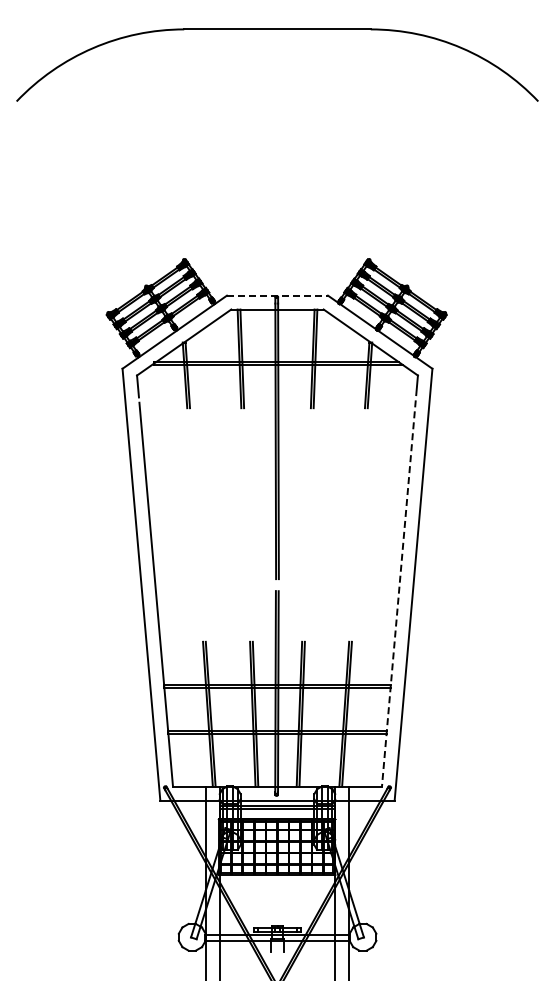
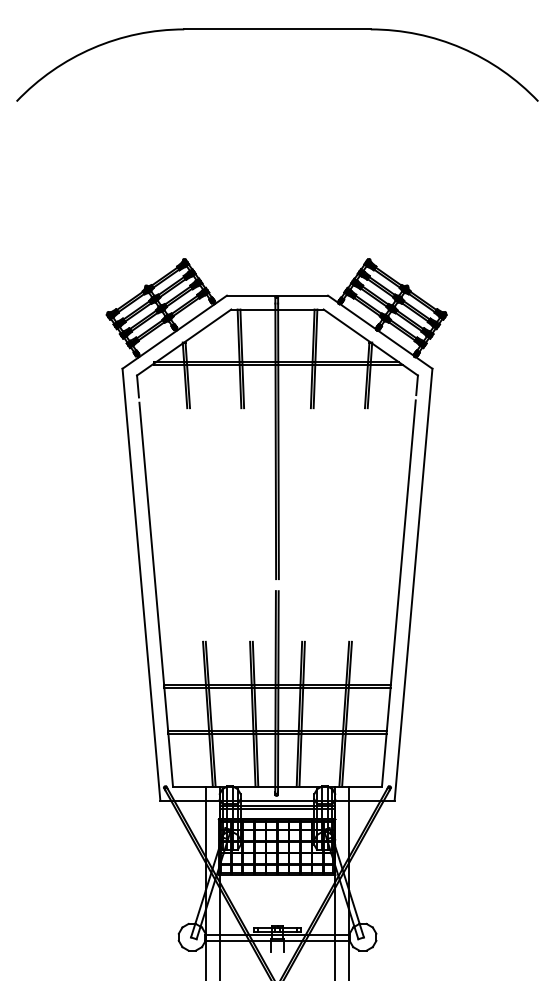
line at (277, 295): dashed -> solid
line at (398, 593): dashed -> solid
